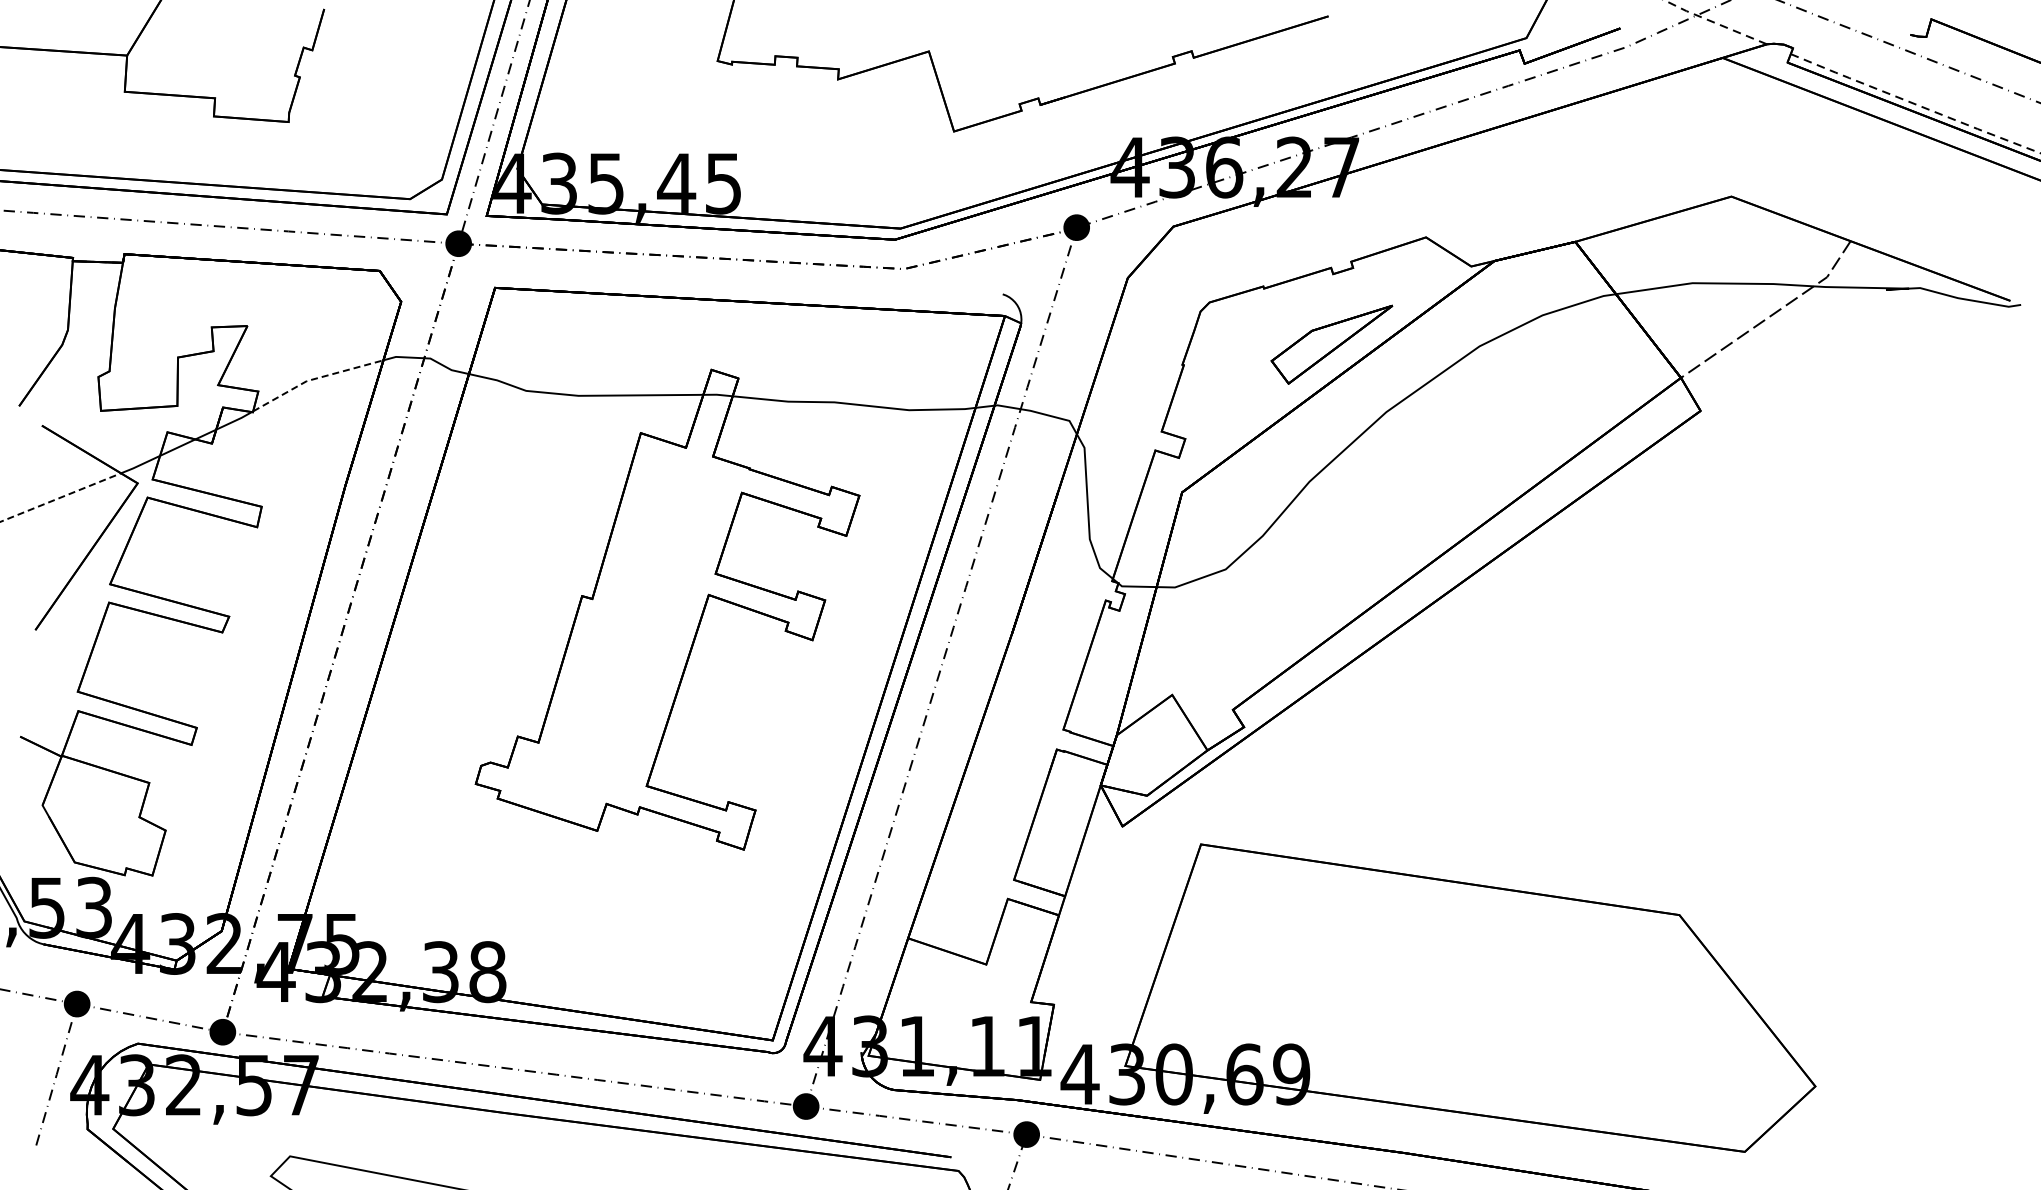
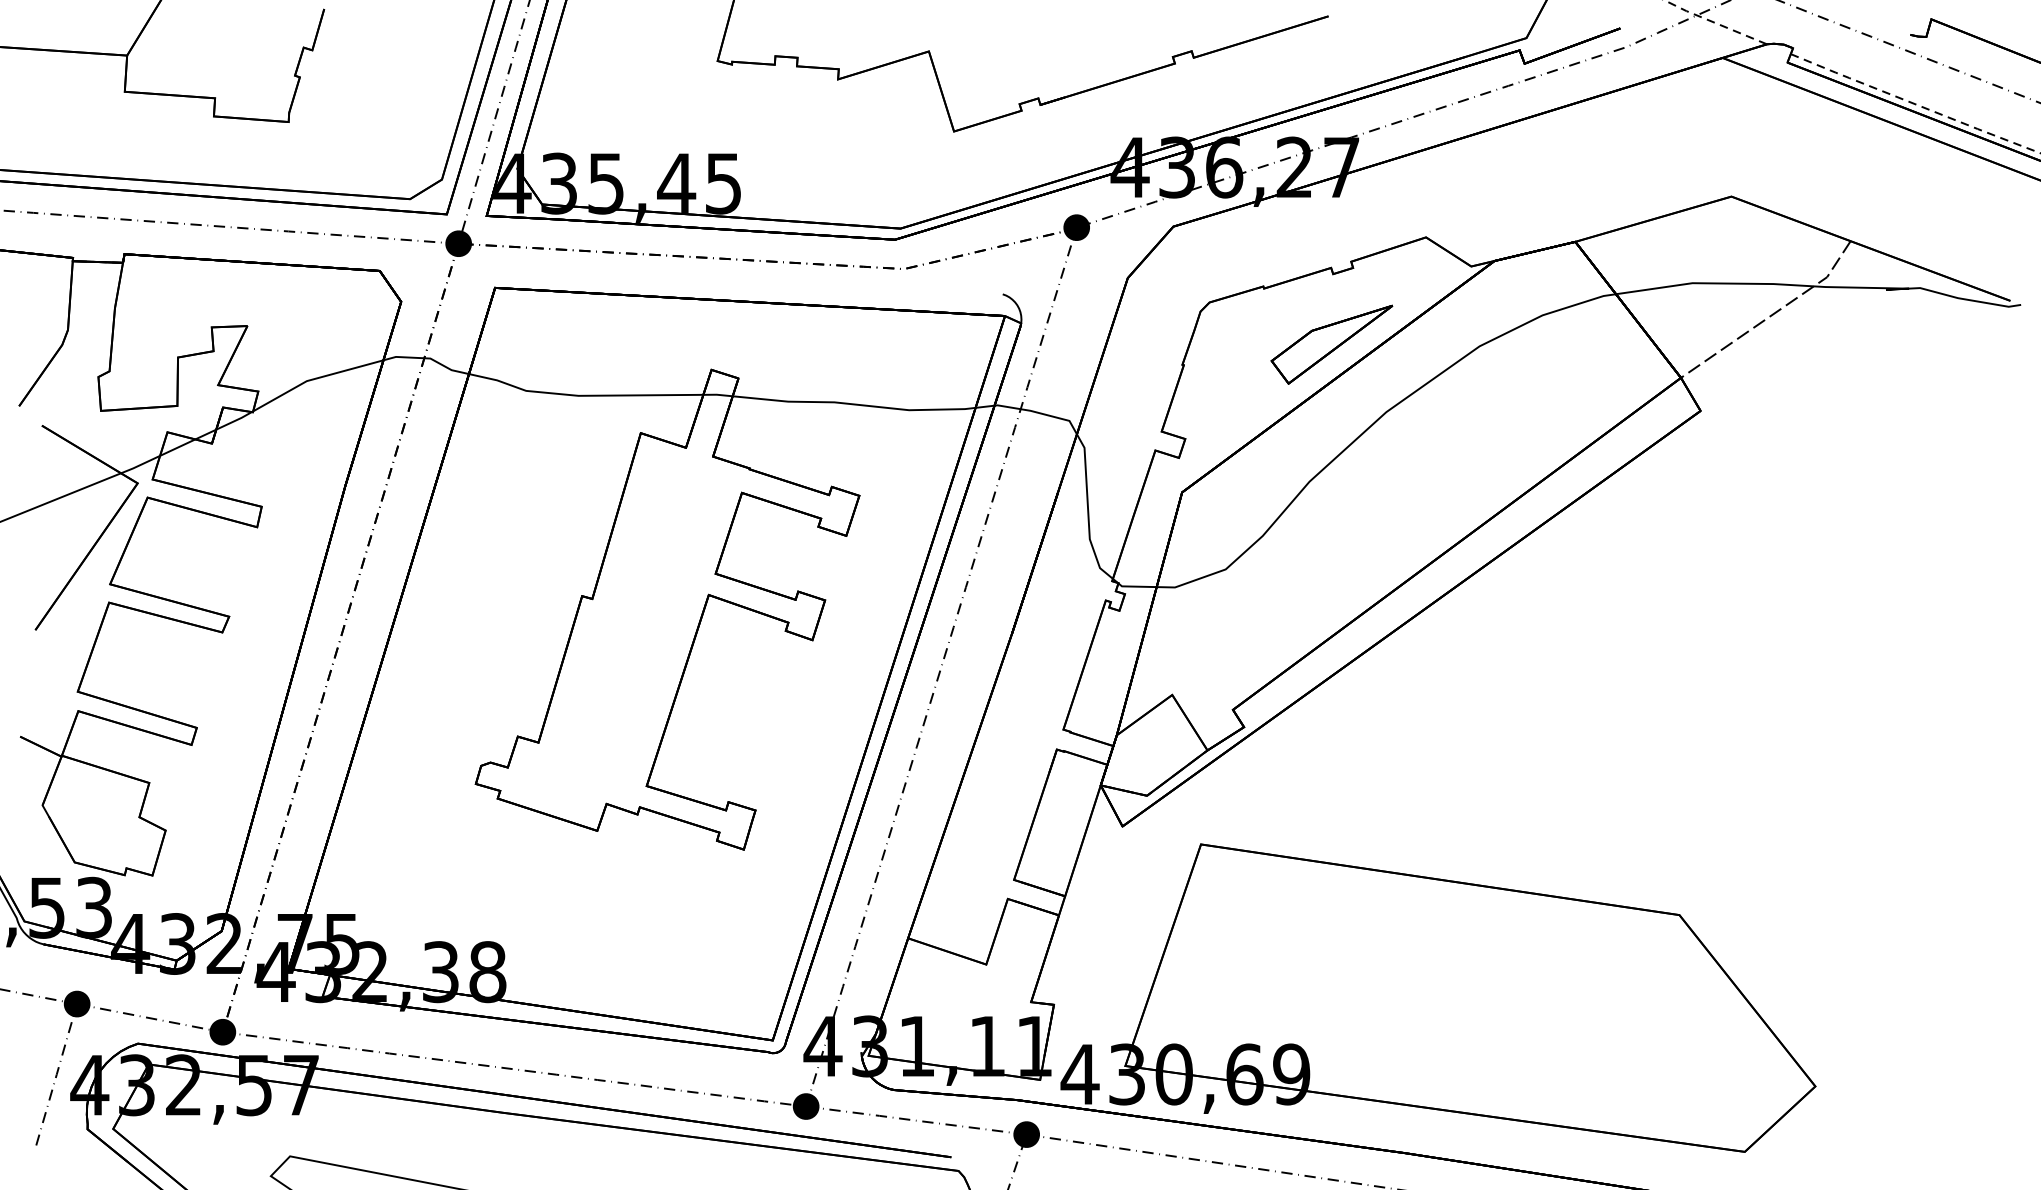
line at (315, 378): dashed -> solid
line at (60, 497): dashed -> solid
